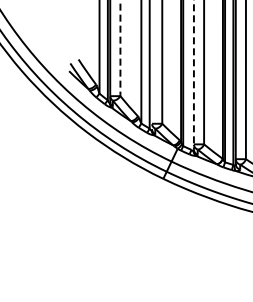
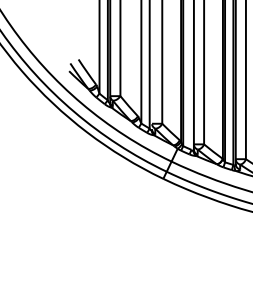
line at (120, 48): dashed -> solid
line at (193, 75): dashed -> solid
